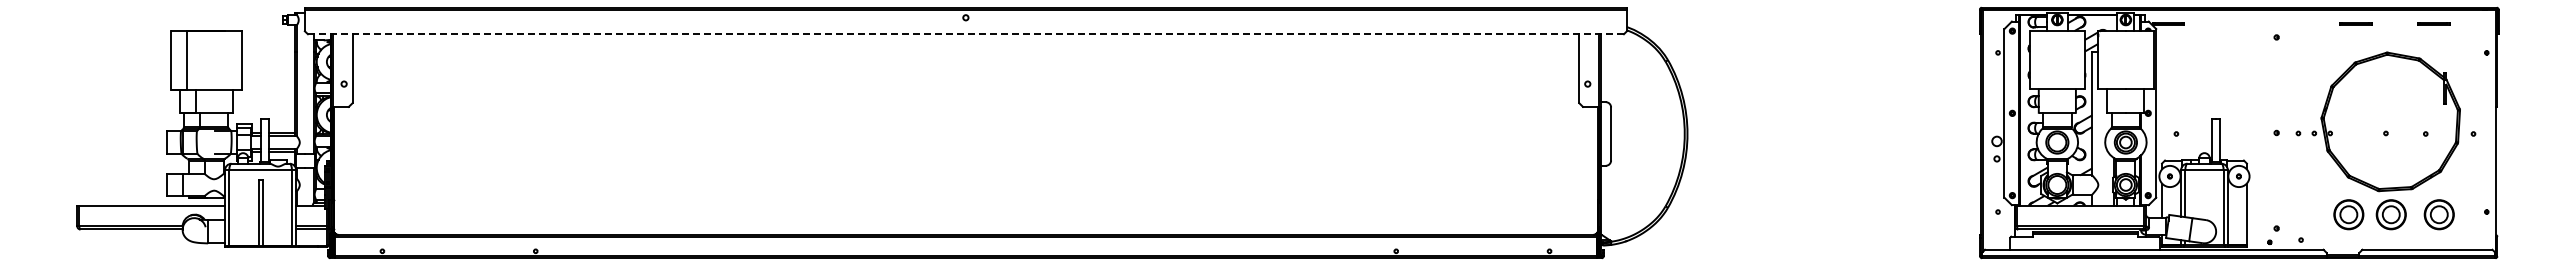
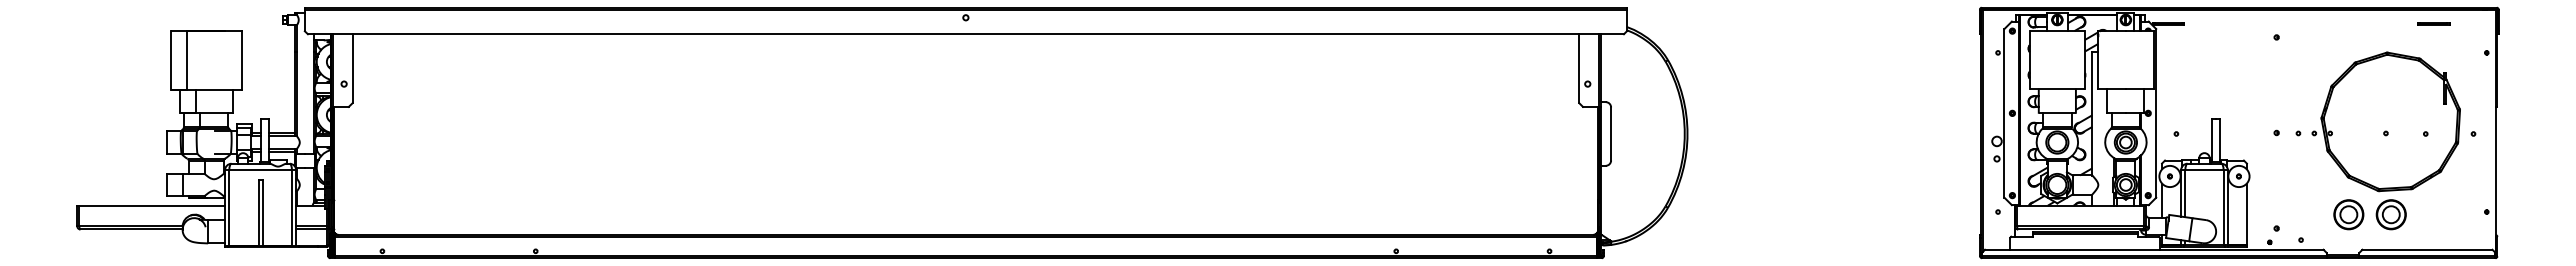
line at (2355, 23): present -> none
line at (965, 34): dashed -> solid
part at (2438, 214): present -> none
